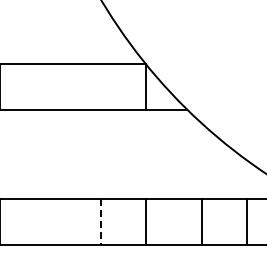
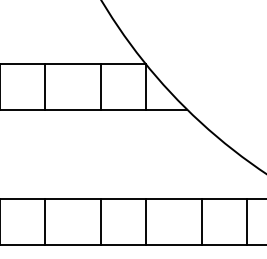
line at (45, 86): none -> present
line at (100, 86): none -> present
line at (45, 221): none -> present
line at (100, 221): dashed -> solid
